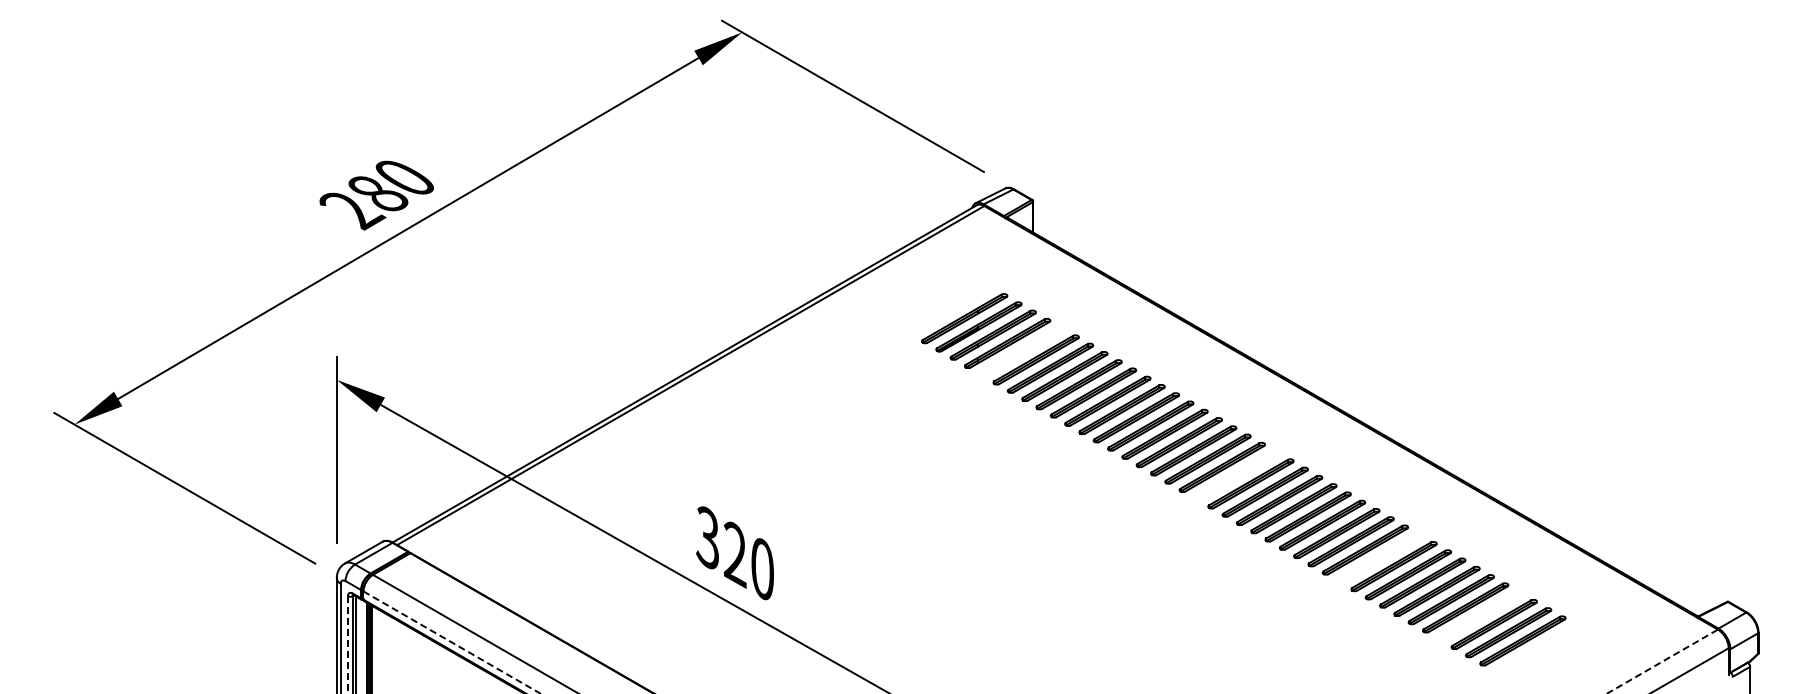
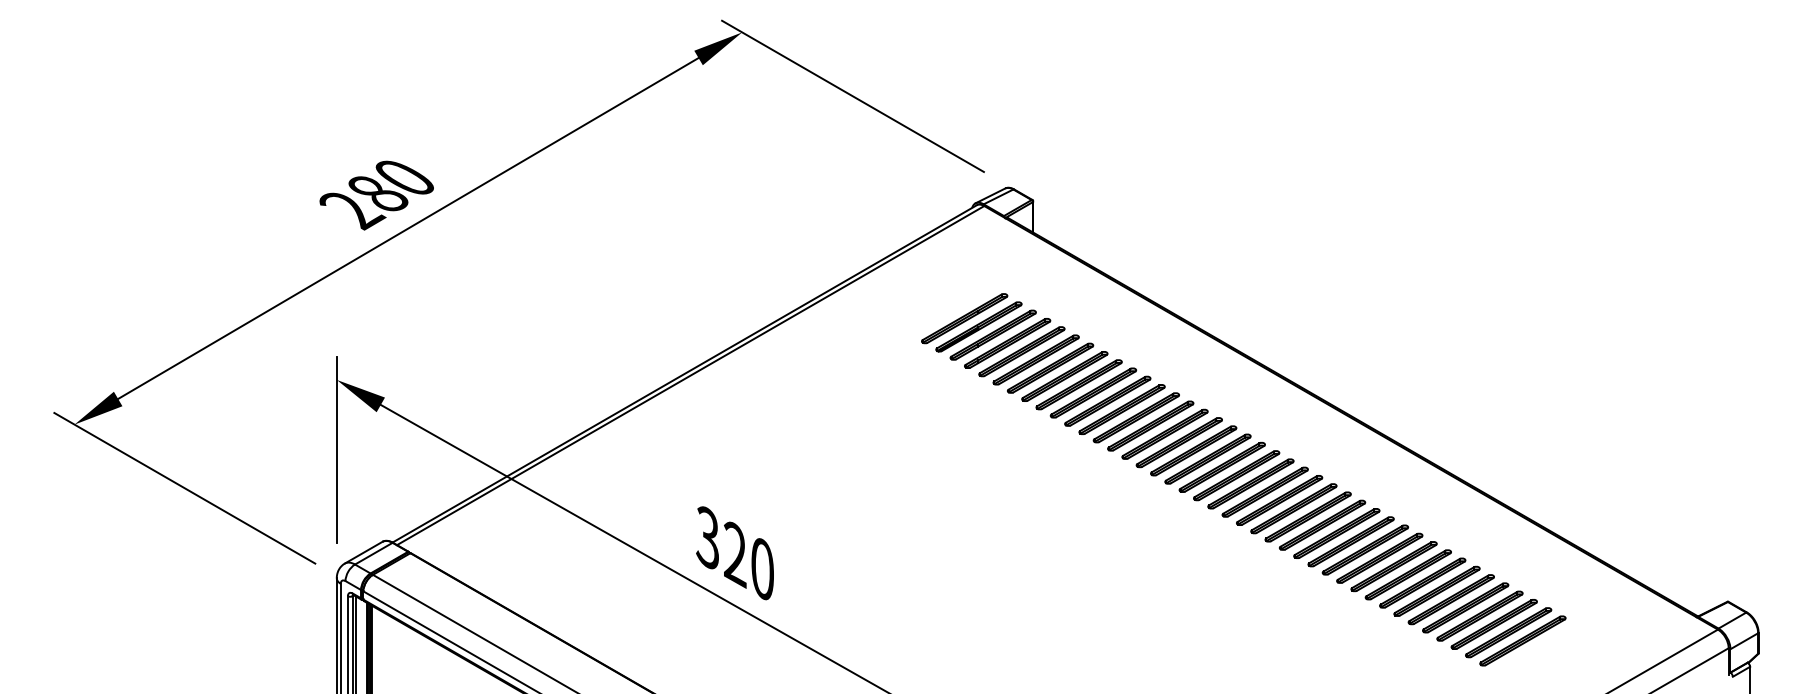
part at (1021, 351): none -> present
part at (1236, 475): none -> present
part at (1379, 557): none -> present
part at (1479, 615): none -> present
line at (452, 642): dashed -> solid
line at (347, 645): dashed -> solid
line at (1662, 661): dashed -> solid
